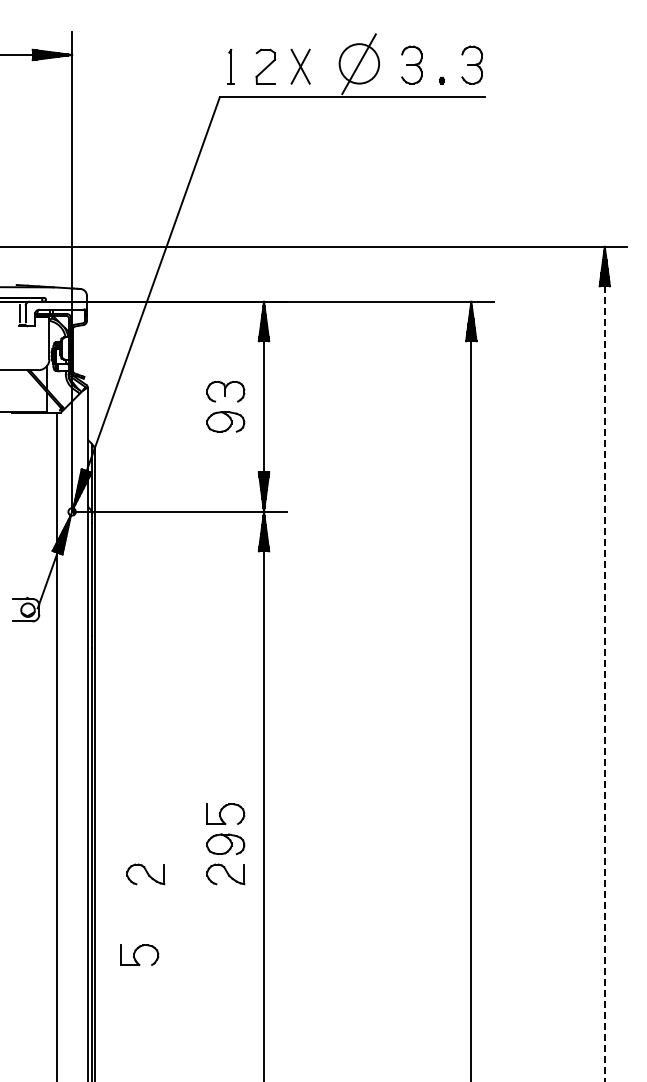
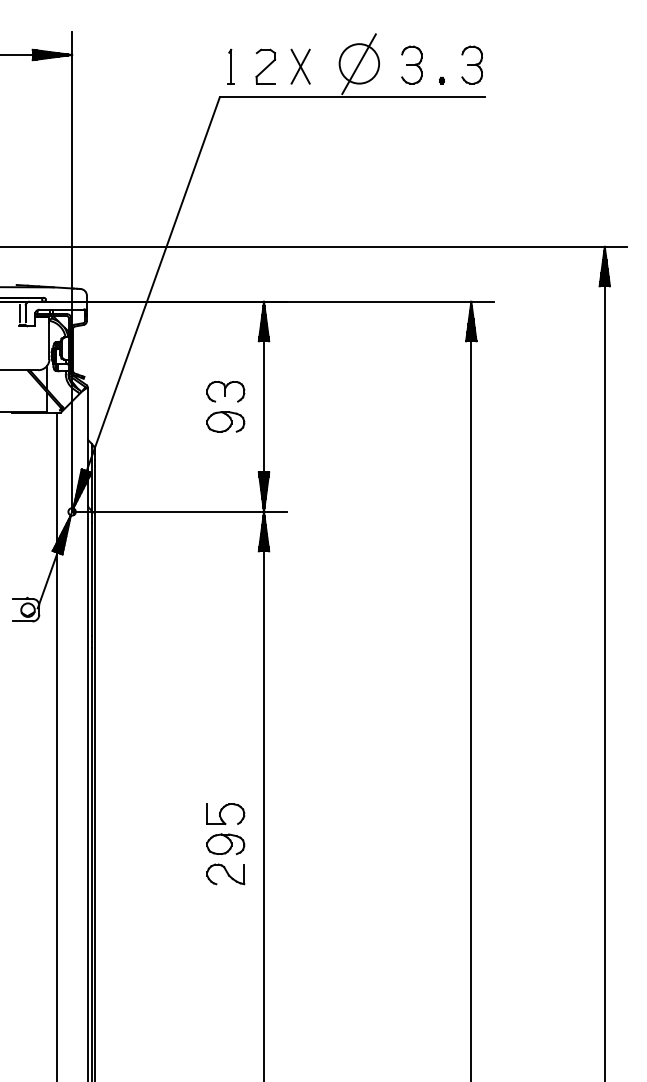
line at (604, 663): dashed -> solid
part at (145, 874): present -> none
part at (139, 954): present -> none
